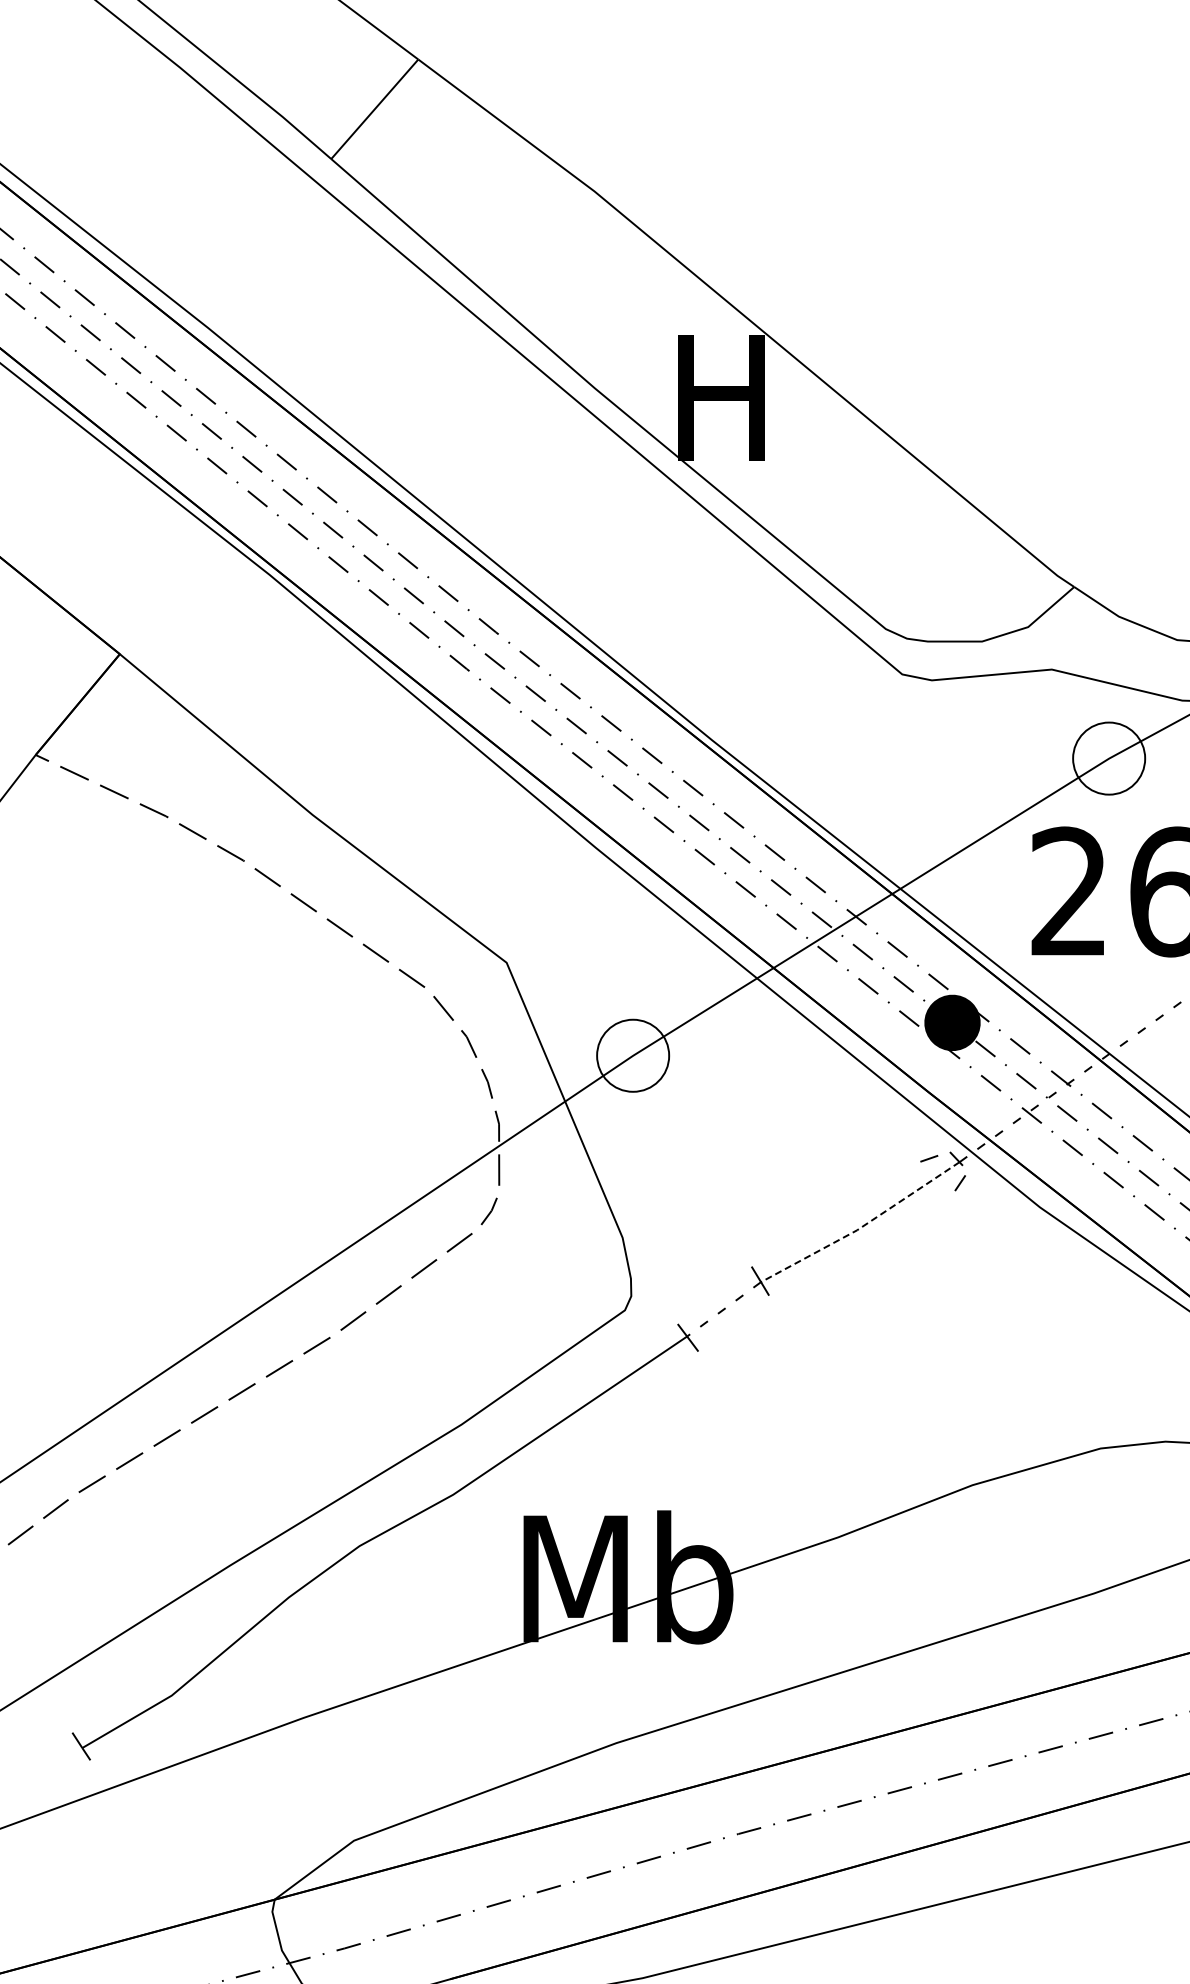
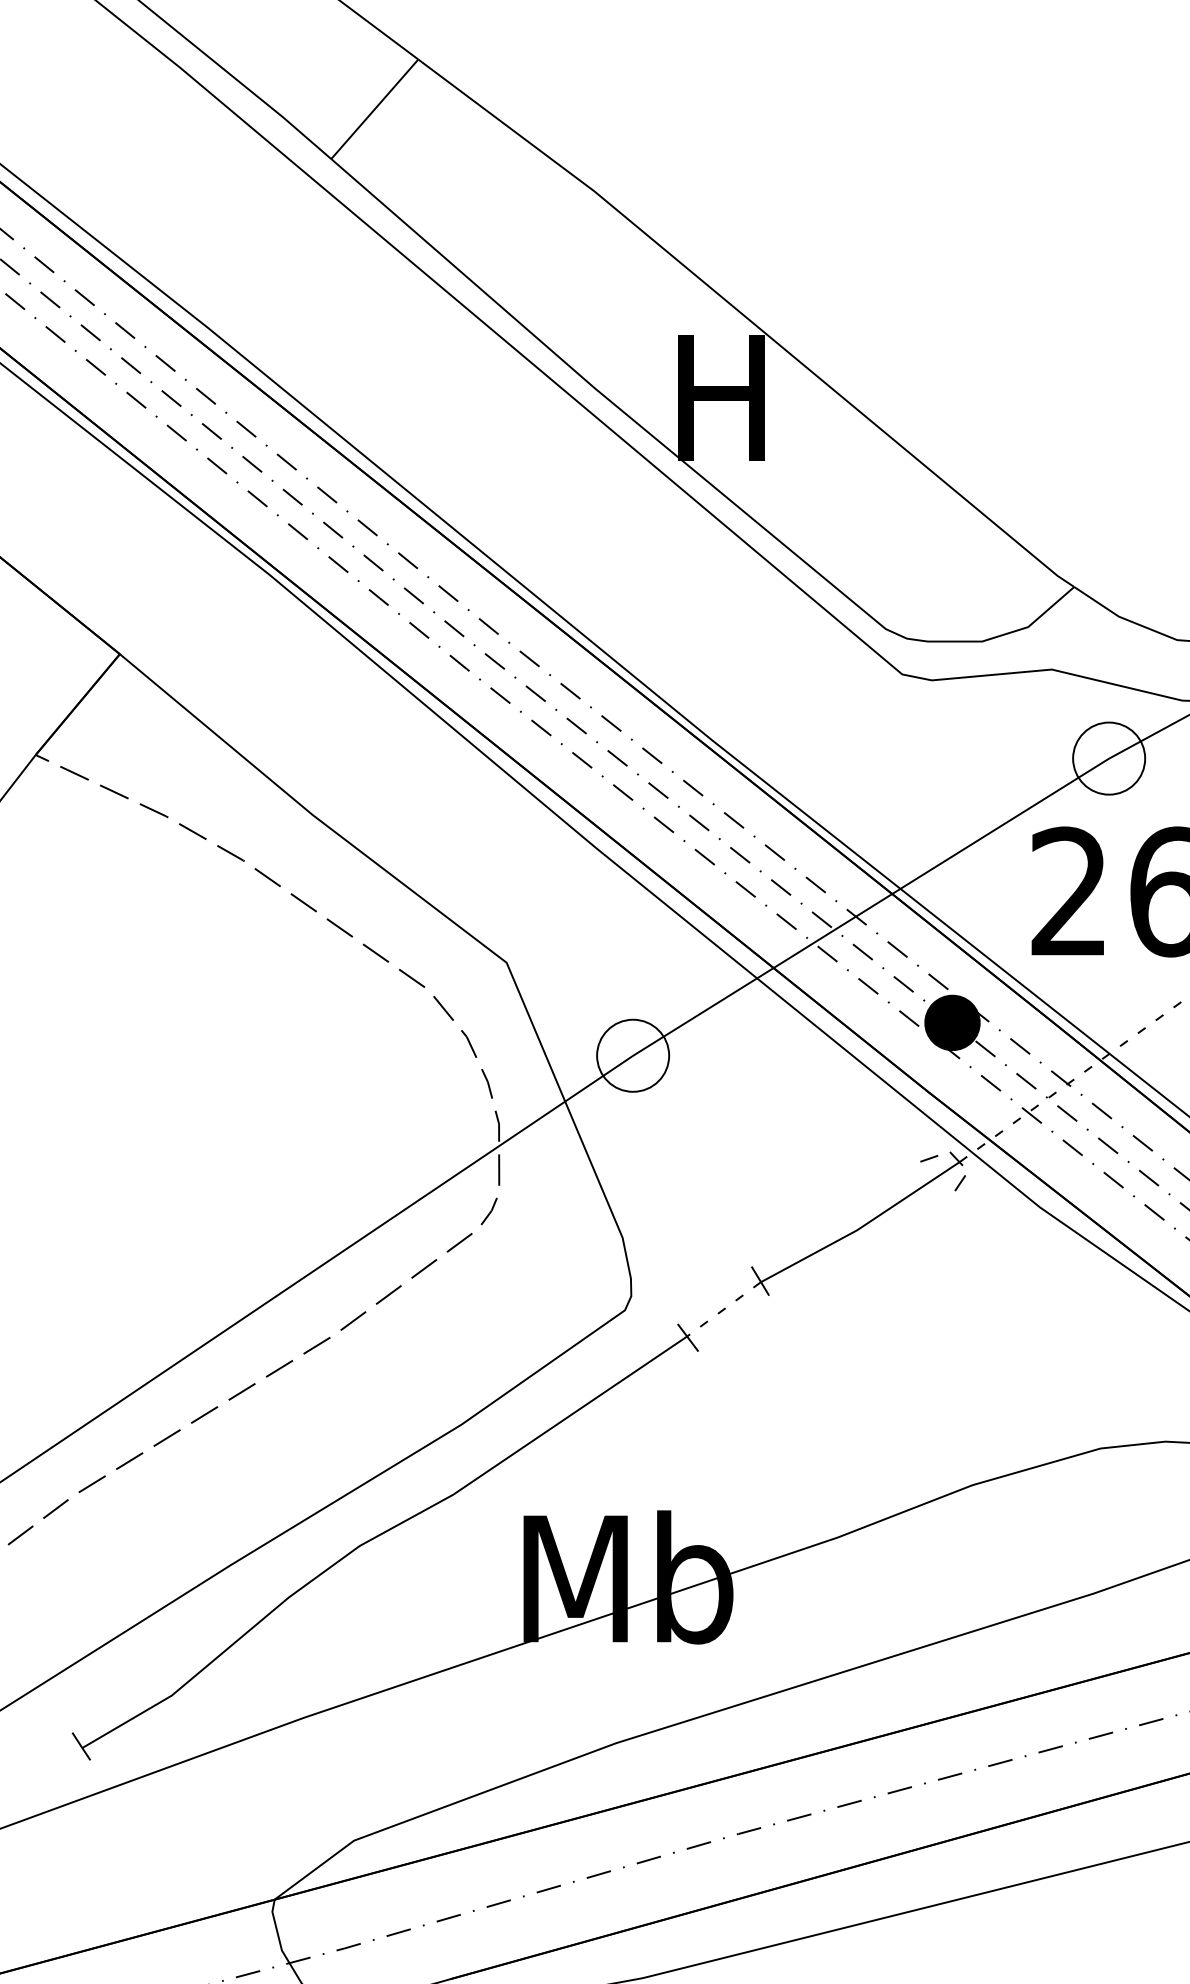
line at (862, 1227): dashed -> solid
